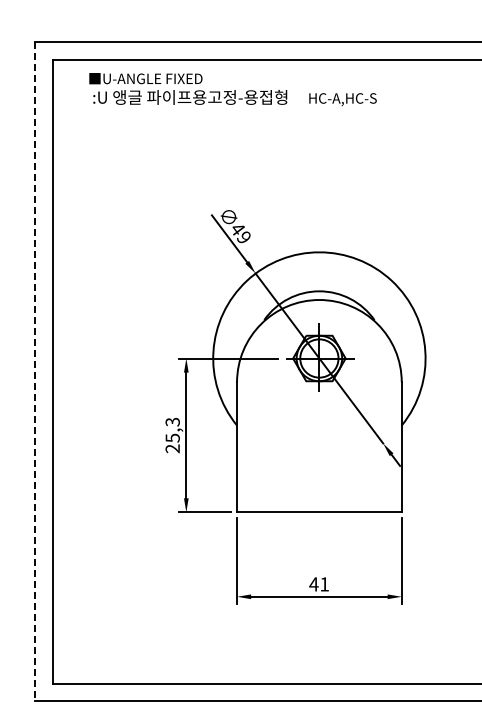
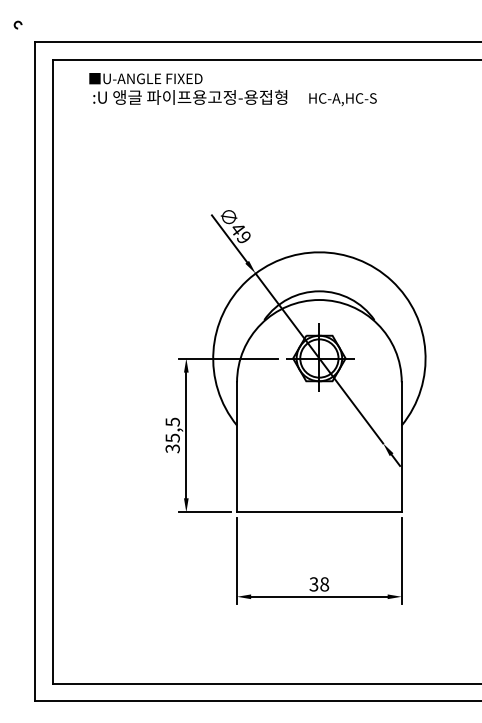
arc at (16, 23): none -> present
line at (35, 372): dashed -> solid
text at (172, 435): 25,3 -> 35,5
text at (319, 584): 41 -> 38
